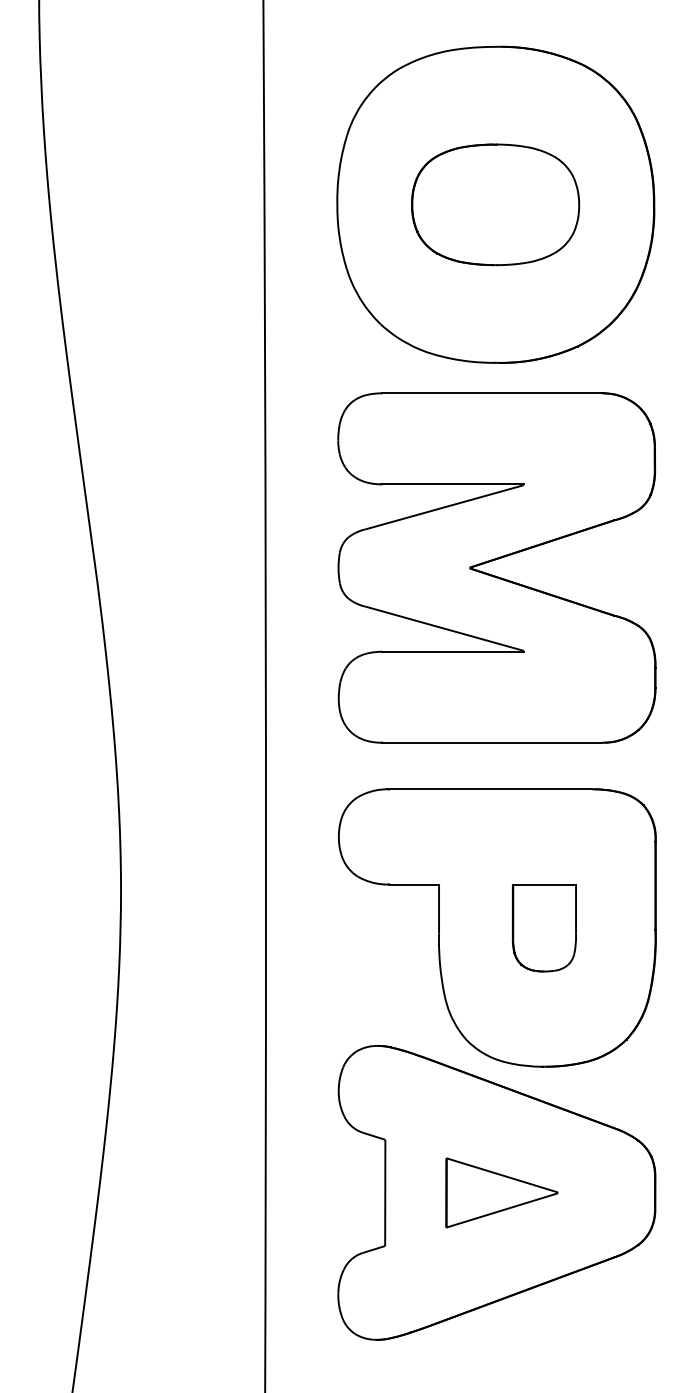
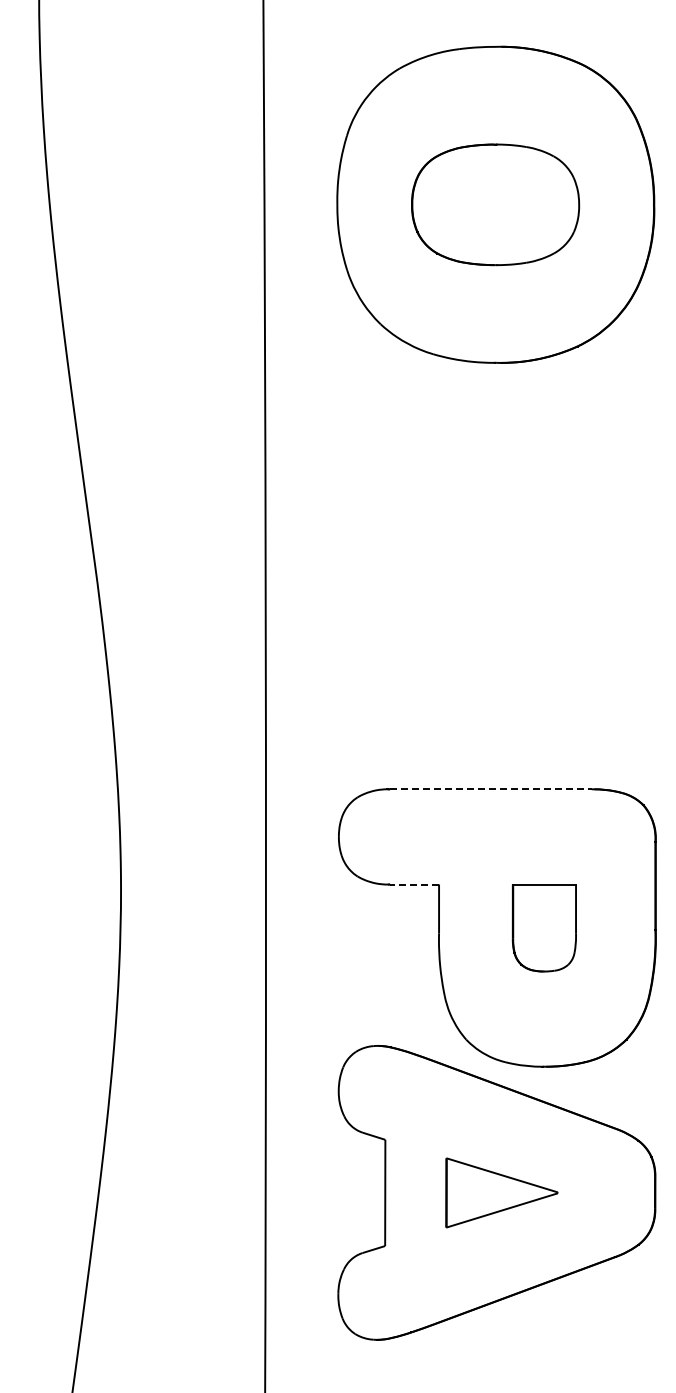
part at (495, 560): present -> none
line at (490, 789): solid -> dashed
line at (414, 884): solid -> dashed
